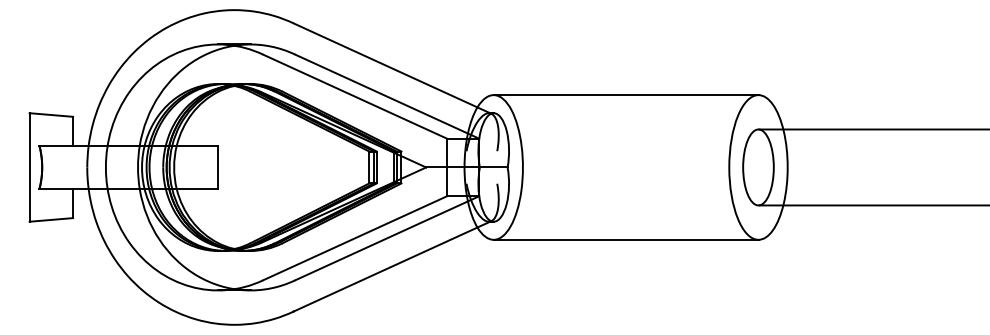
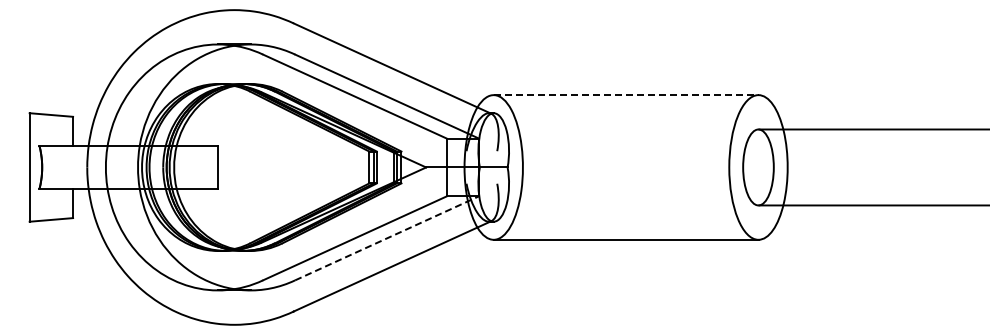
line at (626, 95): solid -> dashed
line at (387, 238): solid -> dashed
